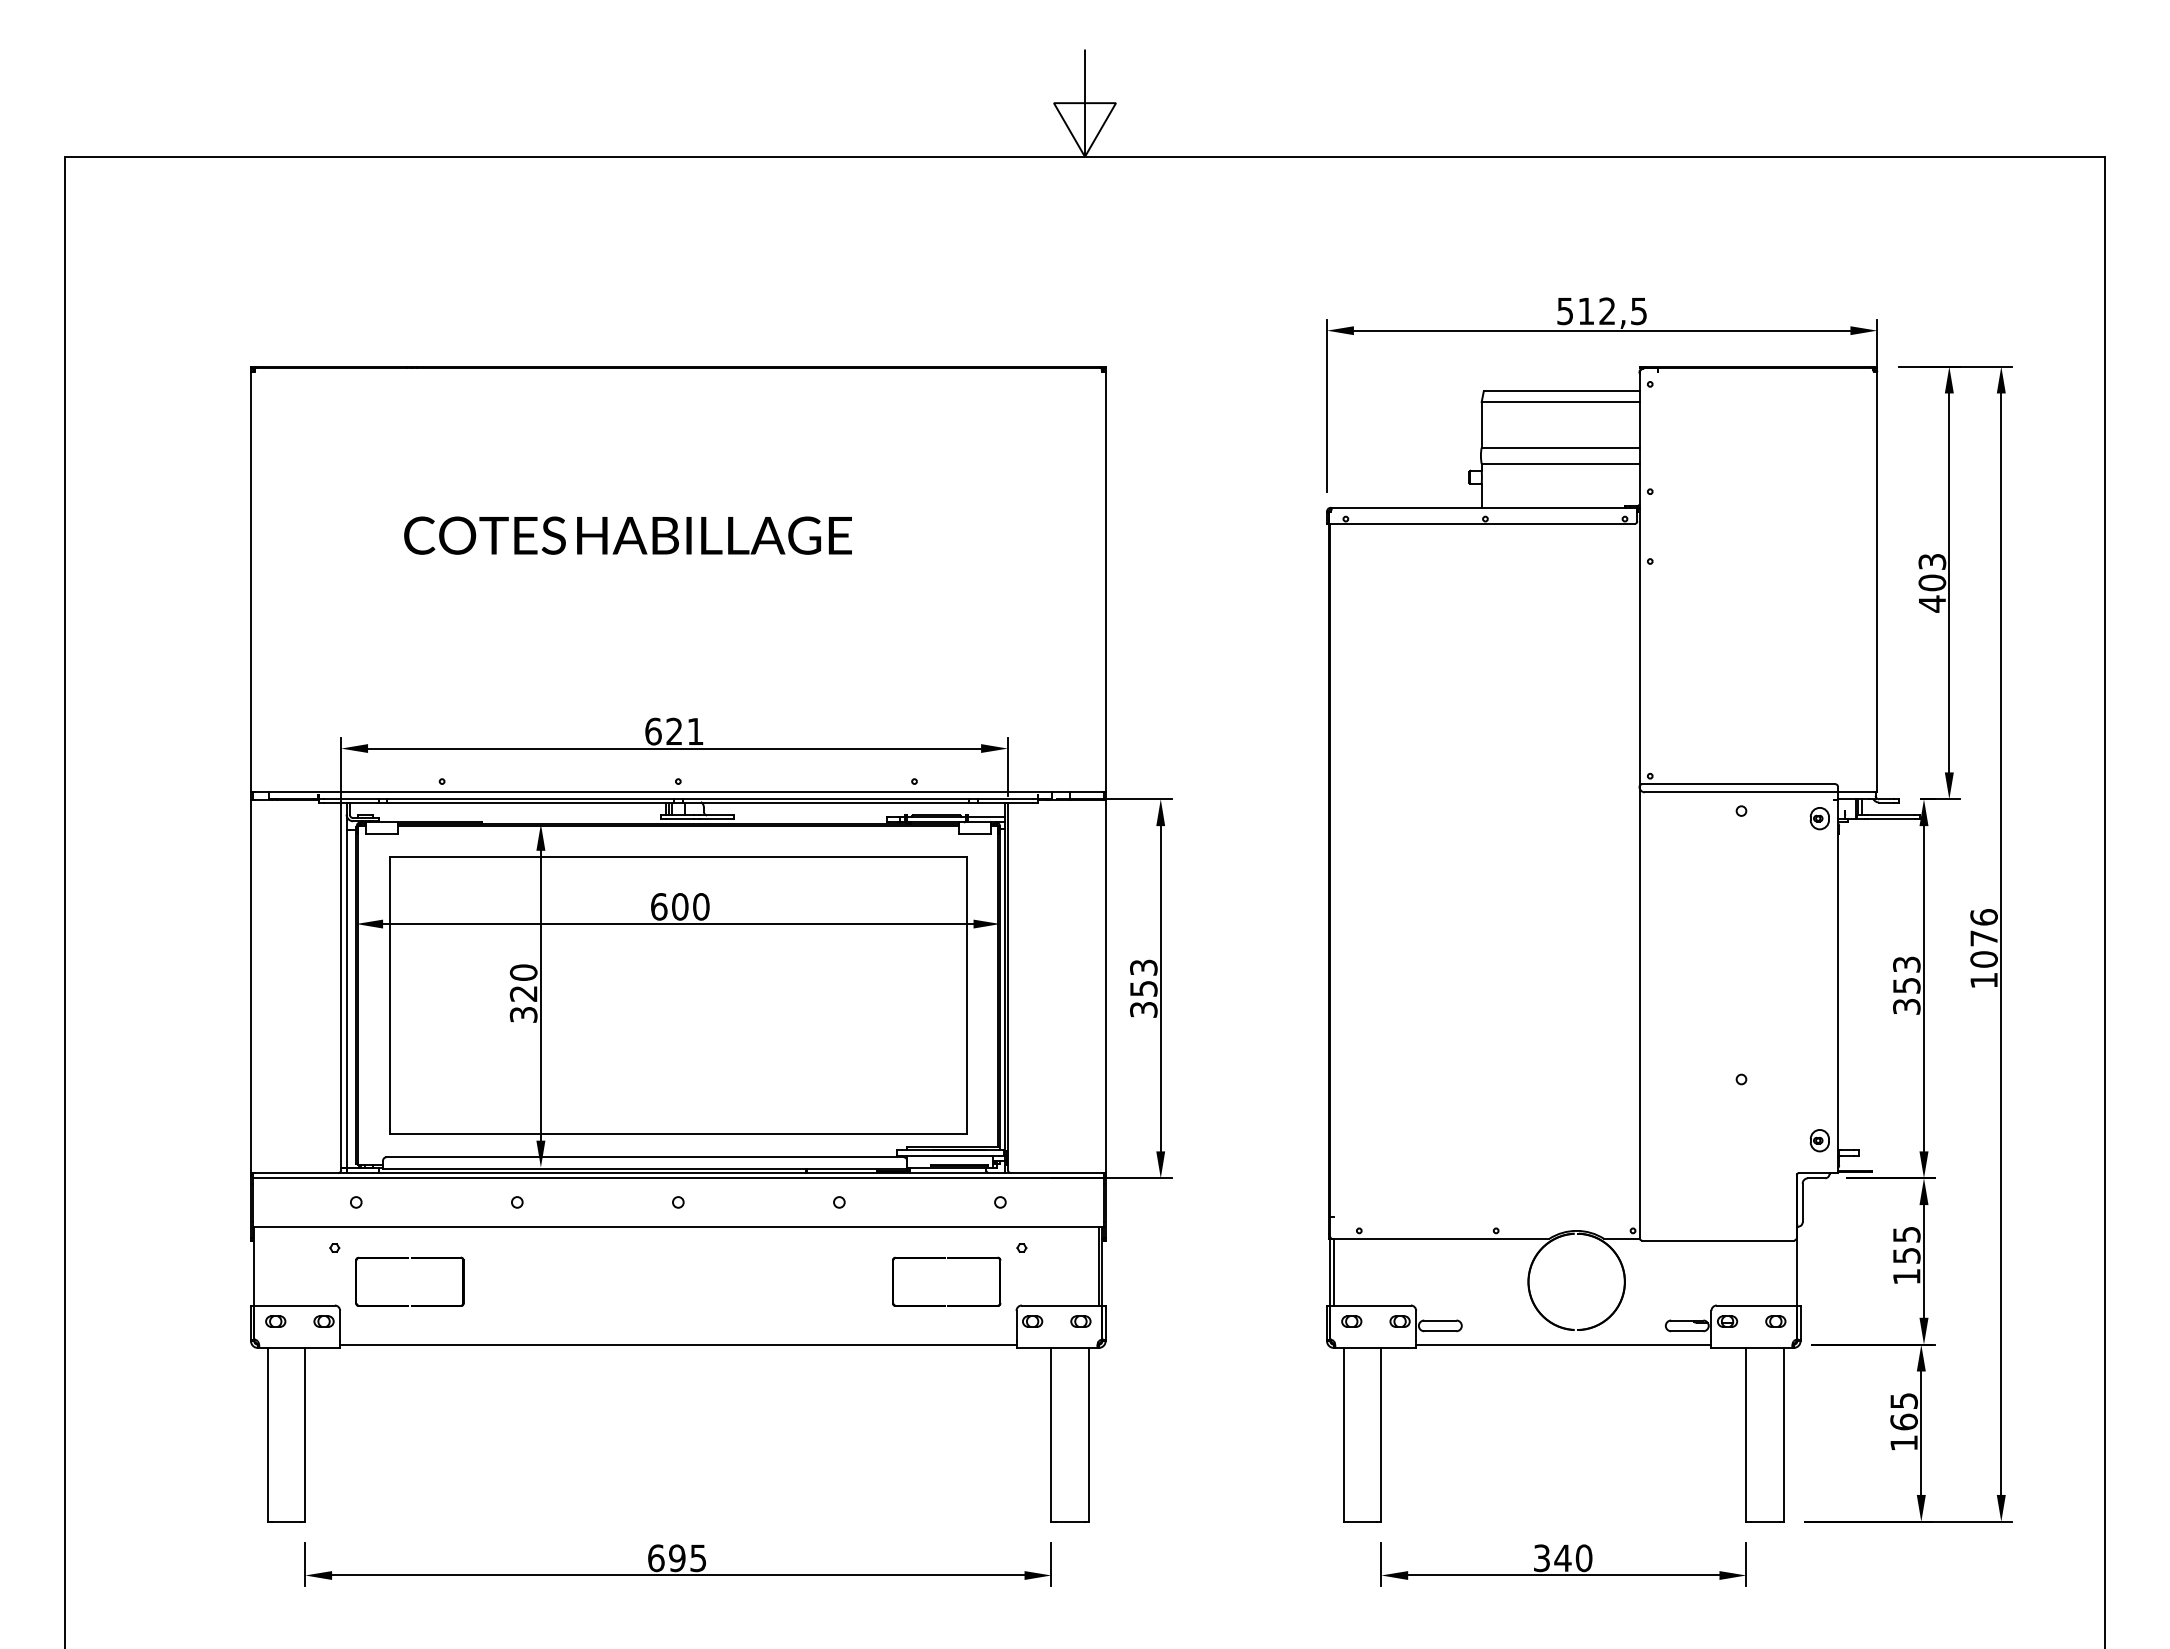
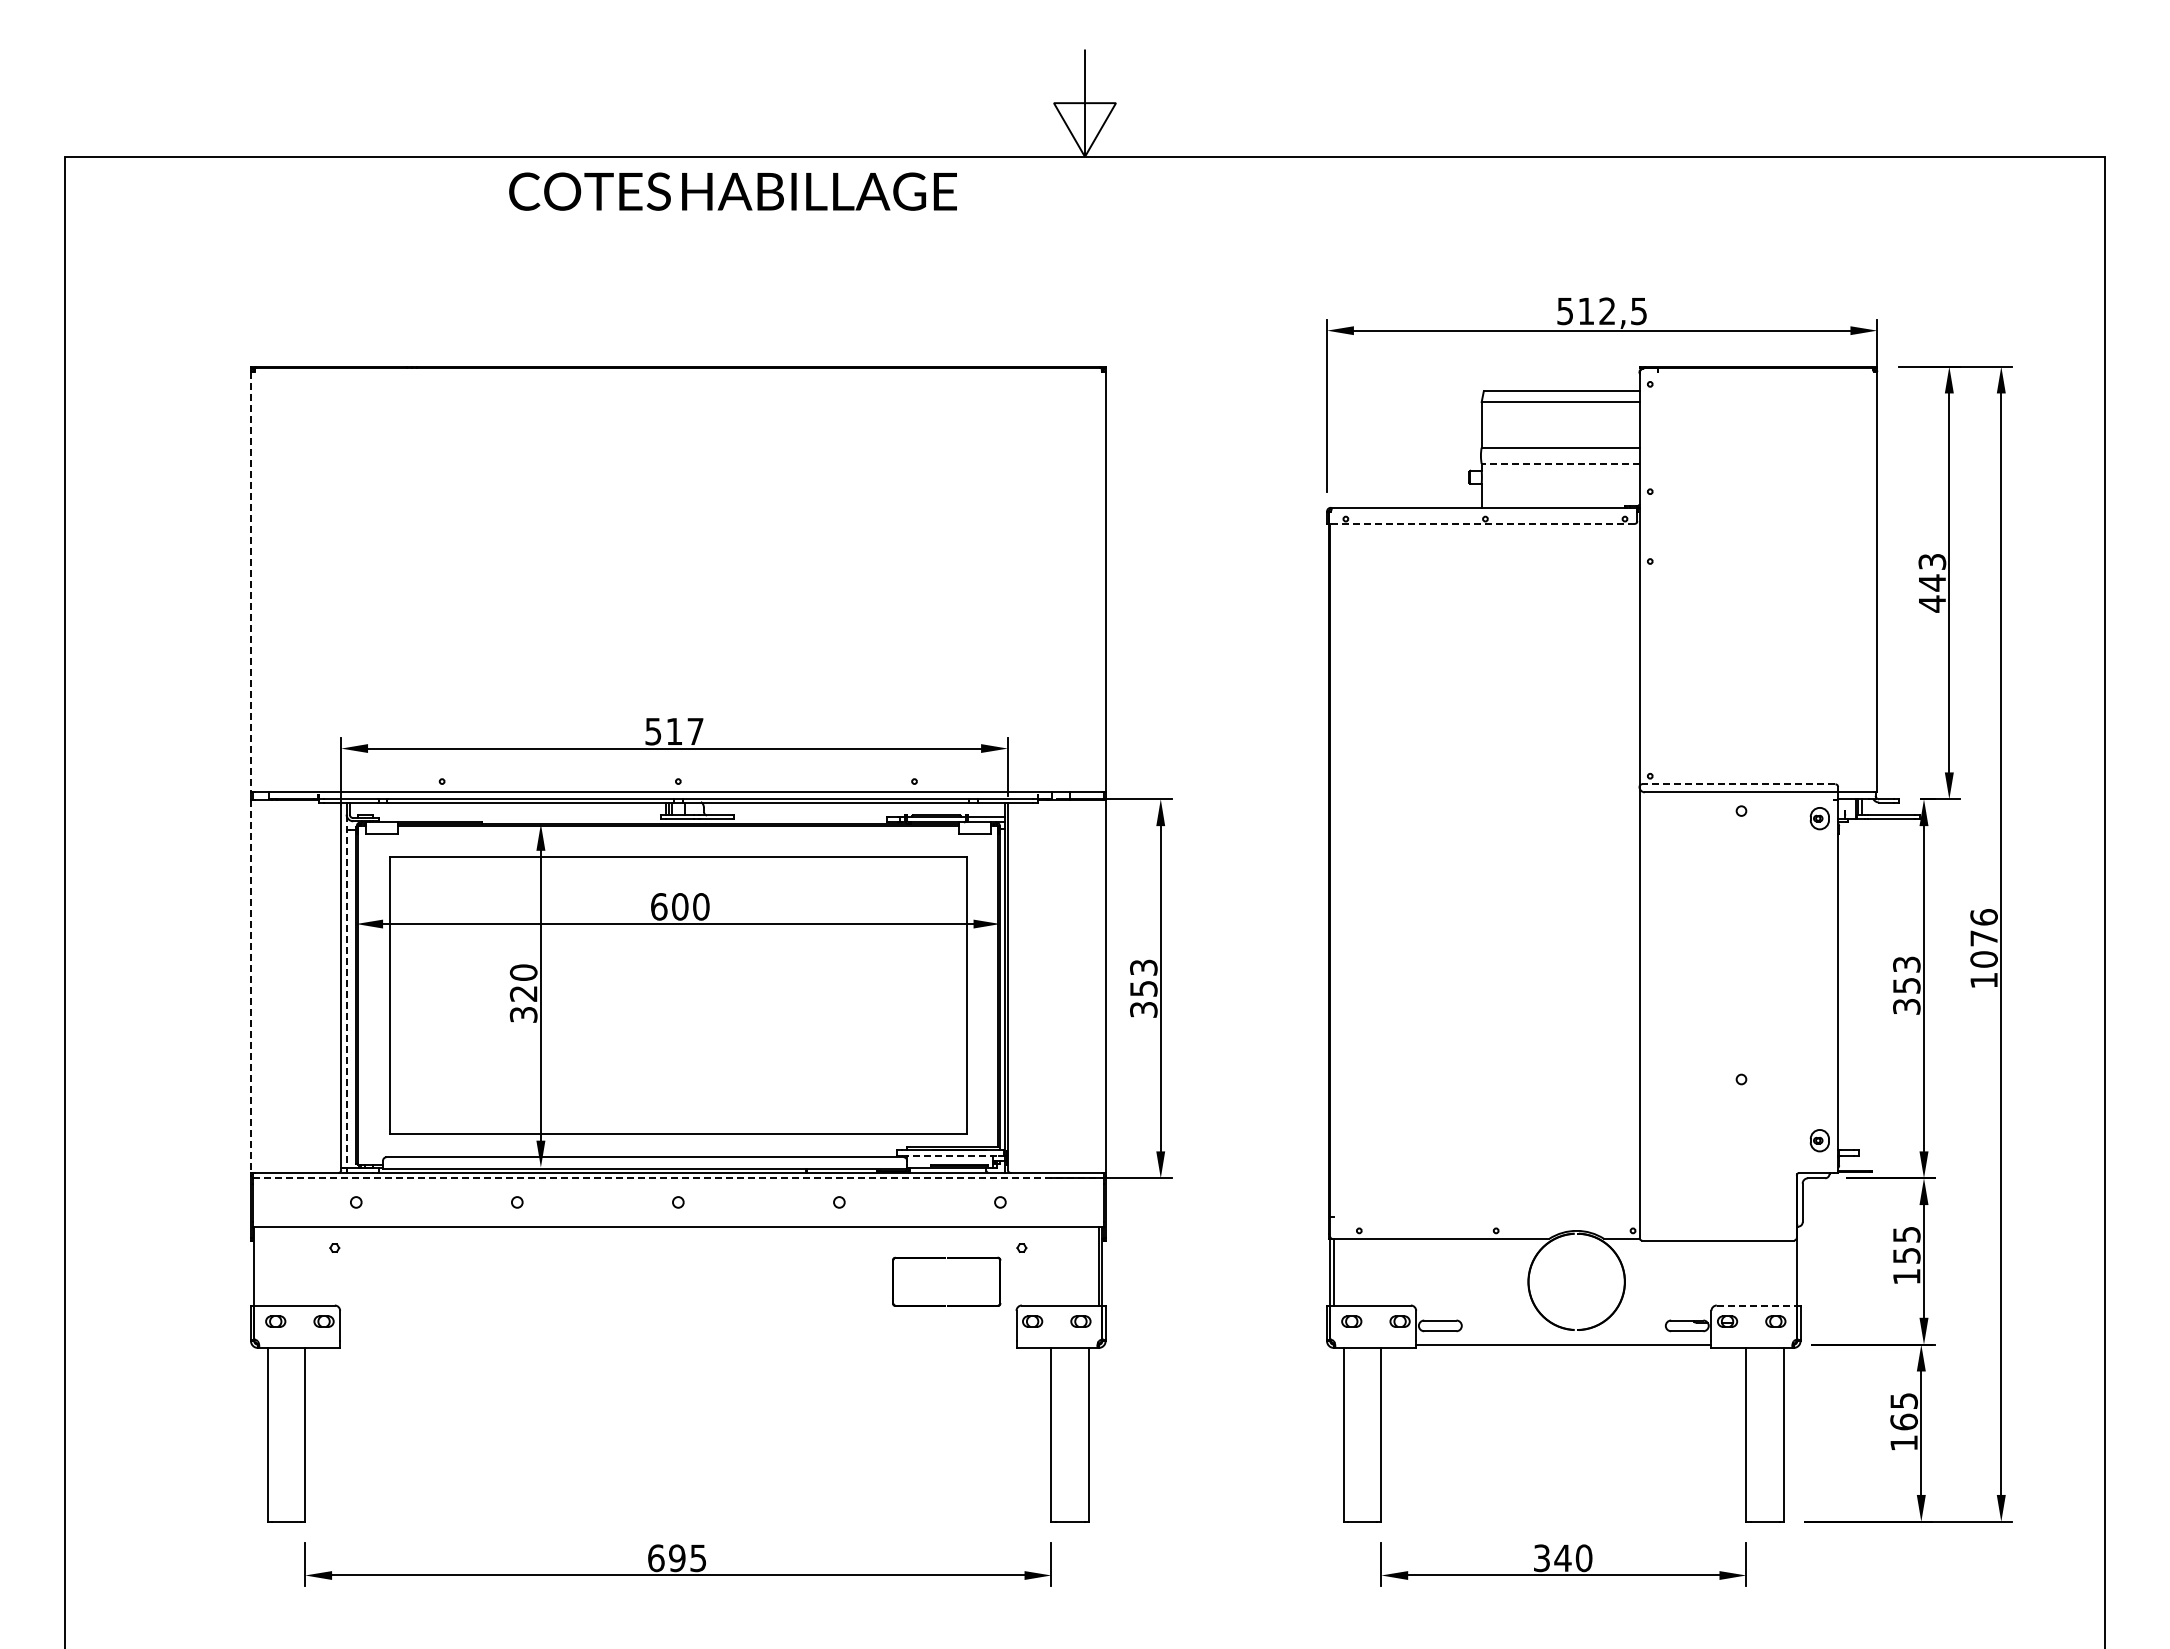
line at (1560, 463): solid -> dashed
line at (1481, 523): solid -> dashed
text at (627, 535) position: (627, 535) -> (732, 191)
line at (251, 582): solid -> dashed
text at (1932, 582): 403 -> 443
text at (674, 731): 621 -> 517
line at (1738, 784): solid -> dashed
line at (251, 987): solid -> dashed
line at (346, 991): solid -> dashed
line at (950, 1155): solid -> dashed
line at (678, 1178): solid -> dashed
part at (408, 1258): present -> none
line at (1757, 1305): solid -> dashed
line at (678, 1344): present -> none
